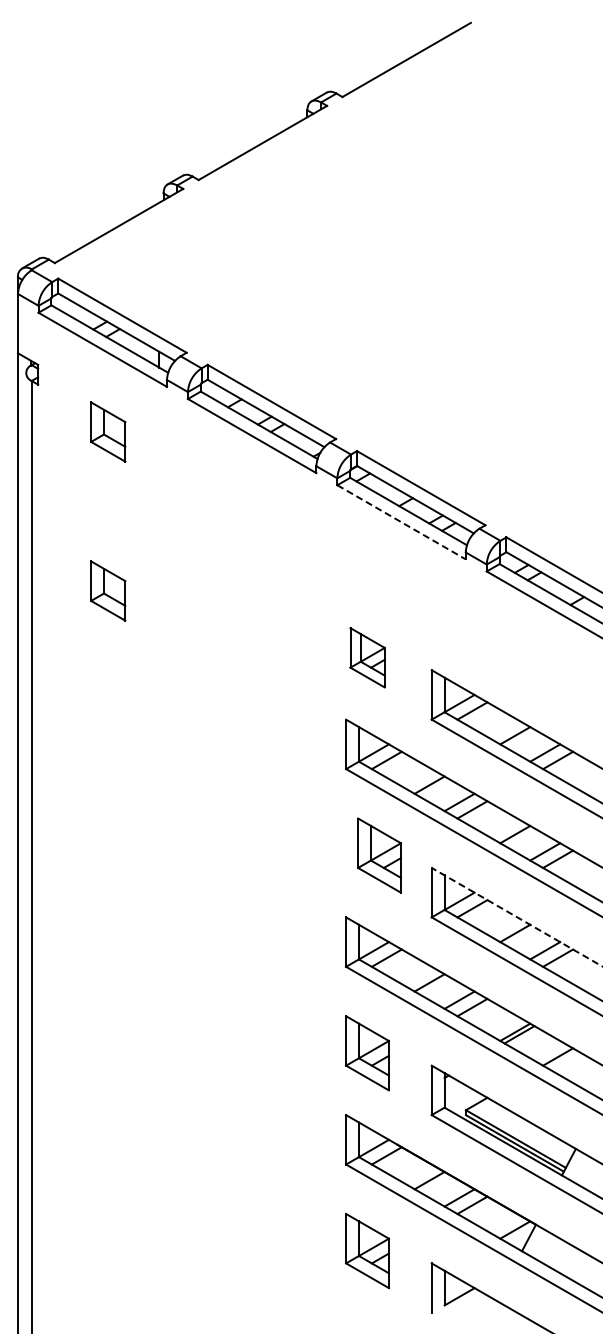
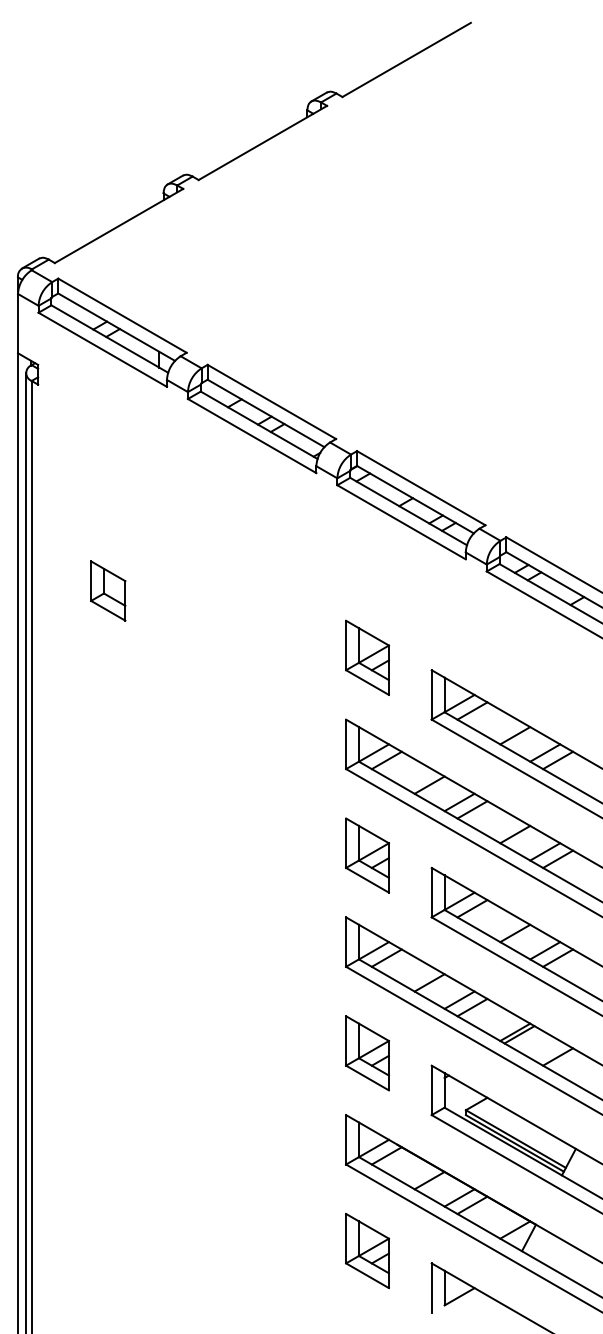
part at (108, 431): present -> none
line at (402, 522): dashed -> solid
part at (367, 657) size: 37x62 px -> 46x77 px
line at (26, 851): none -> present
part at (379, 855) position: (379, 855) -> (367, 855)
line at (516, 916): dashed -> solid
